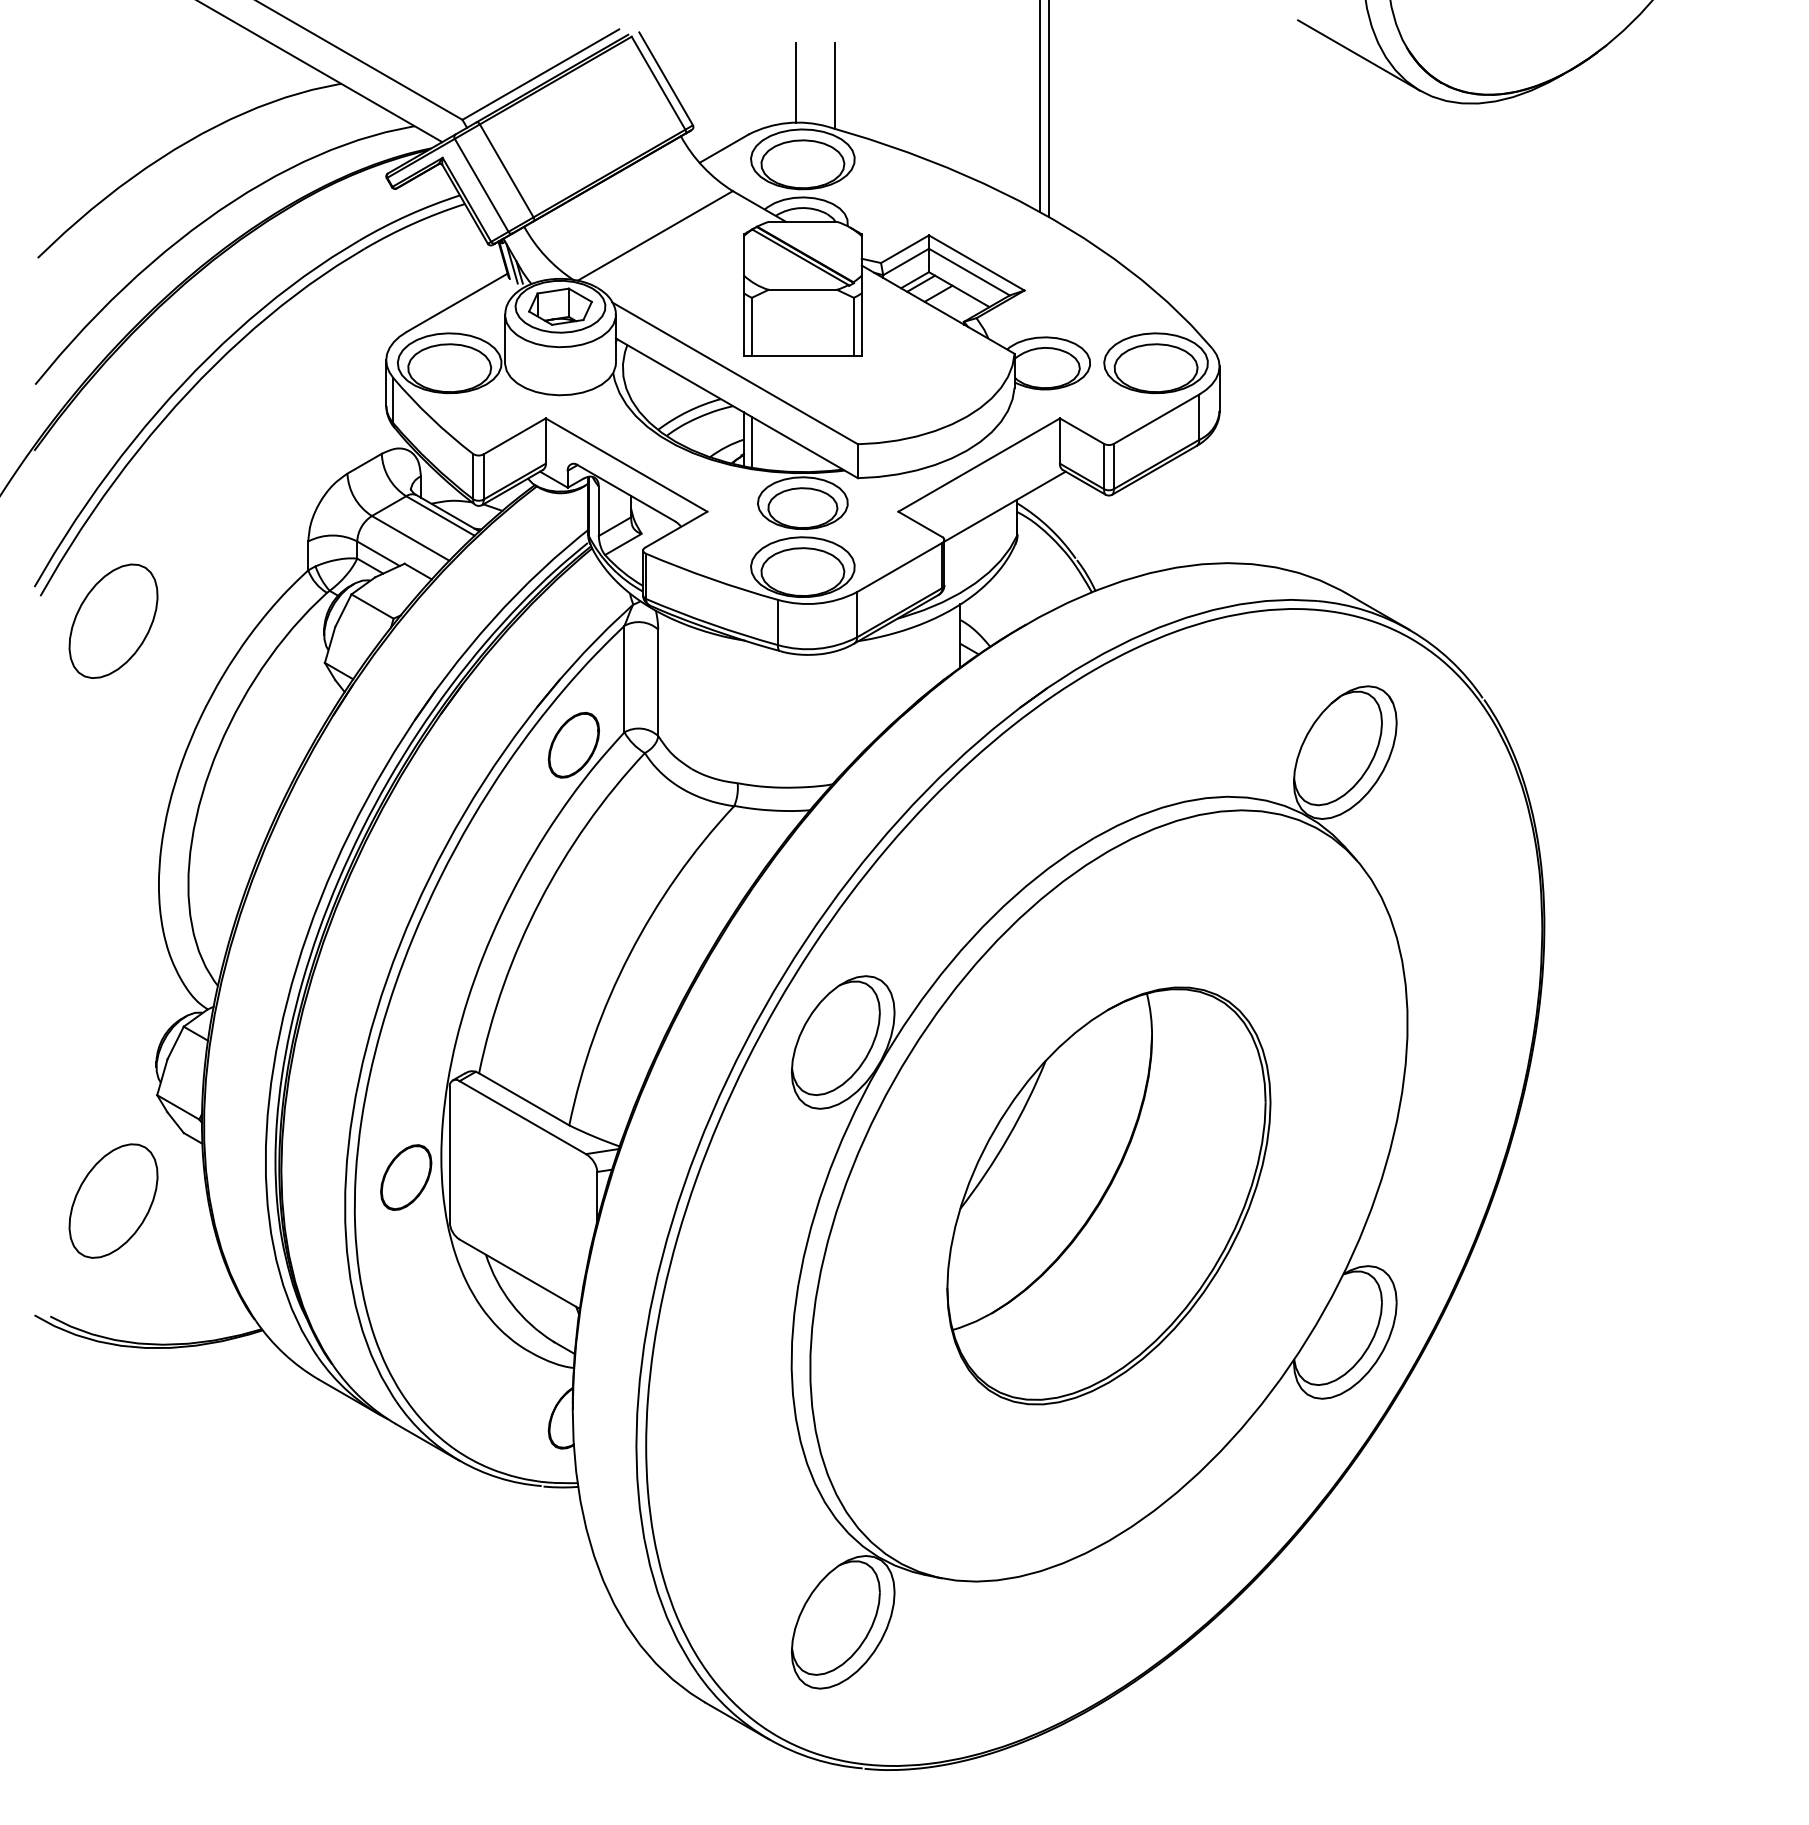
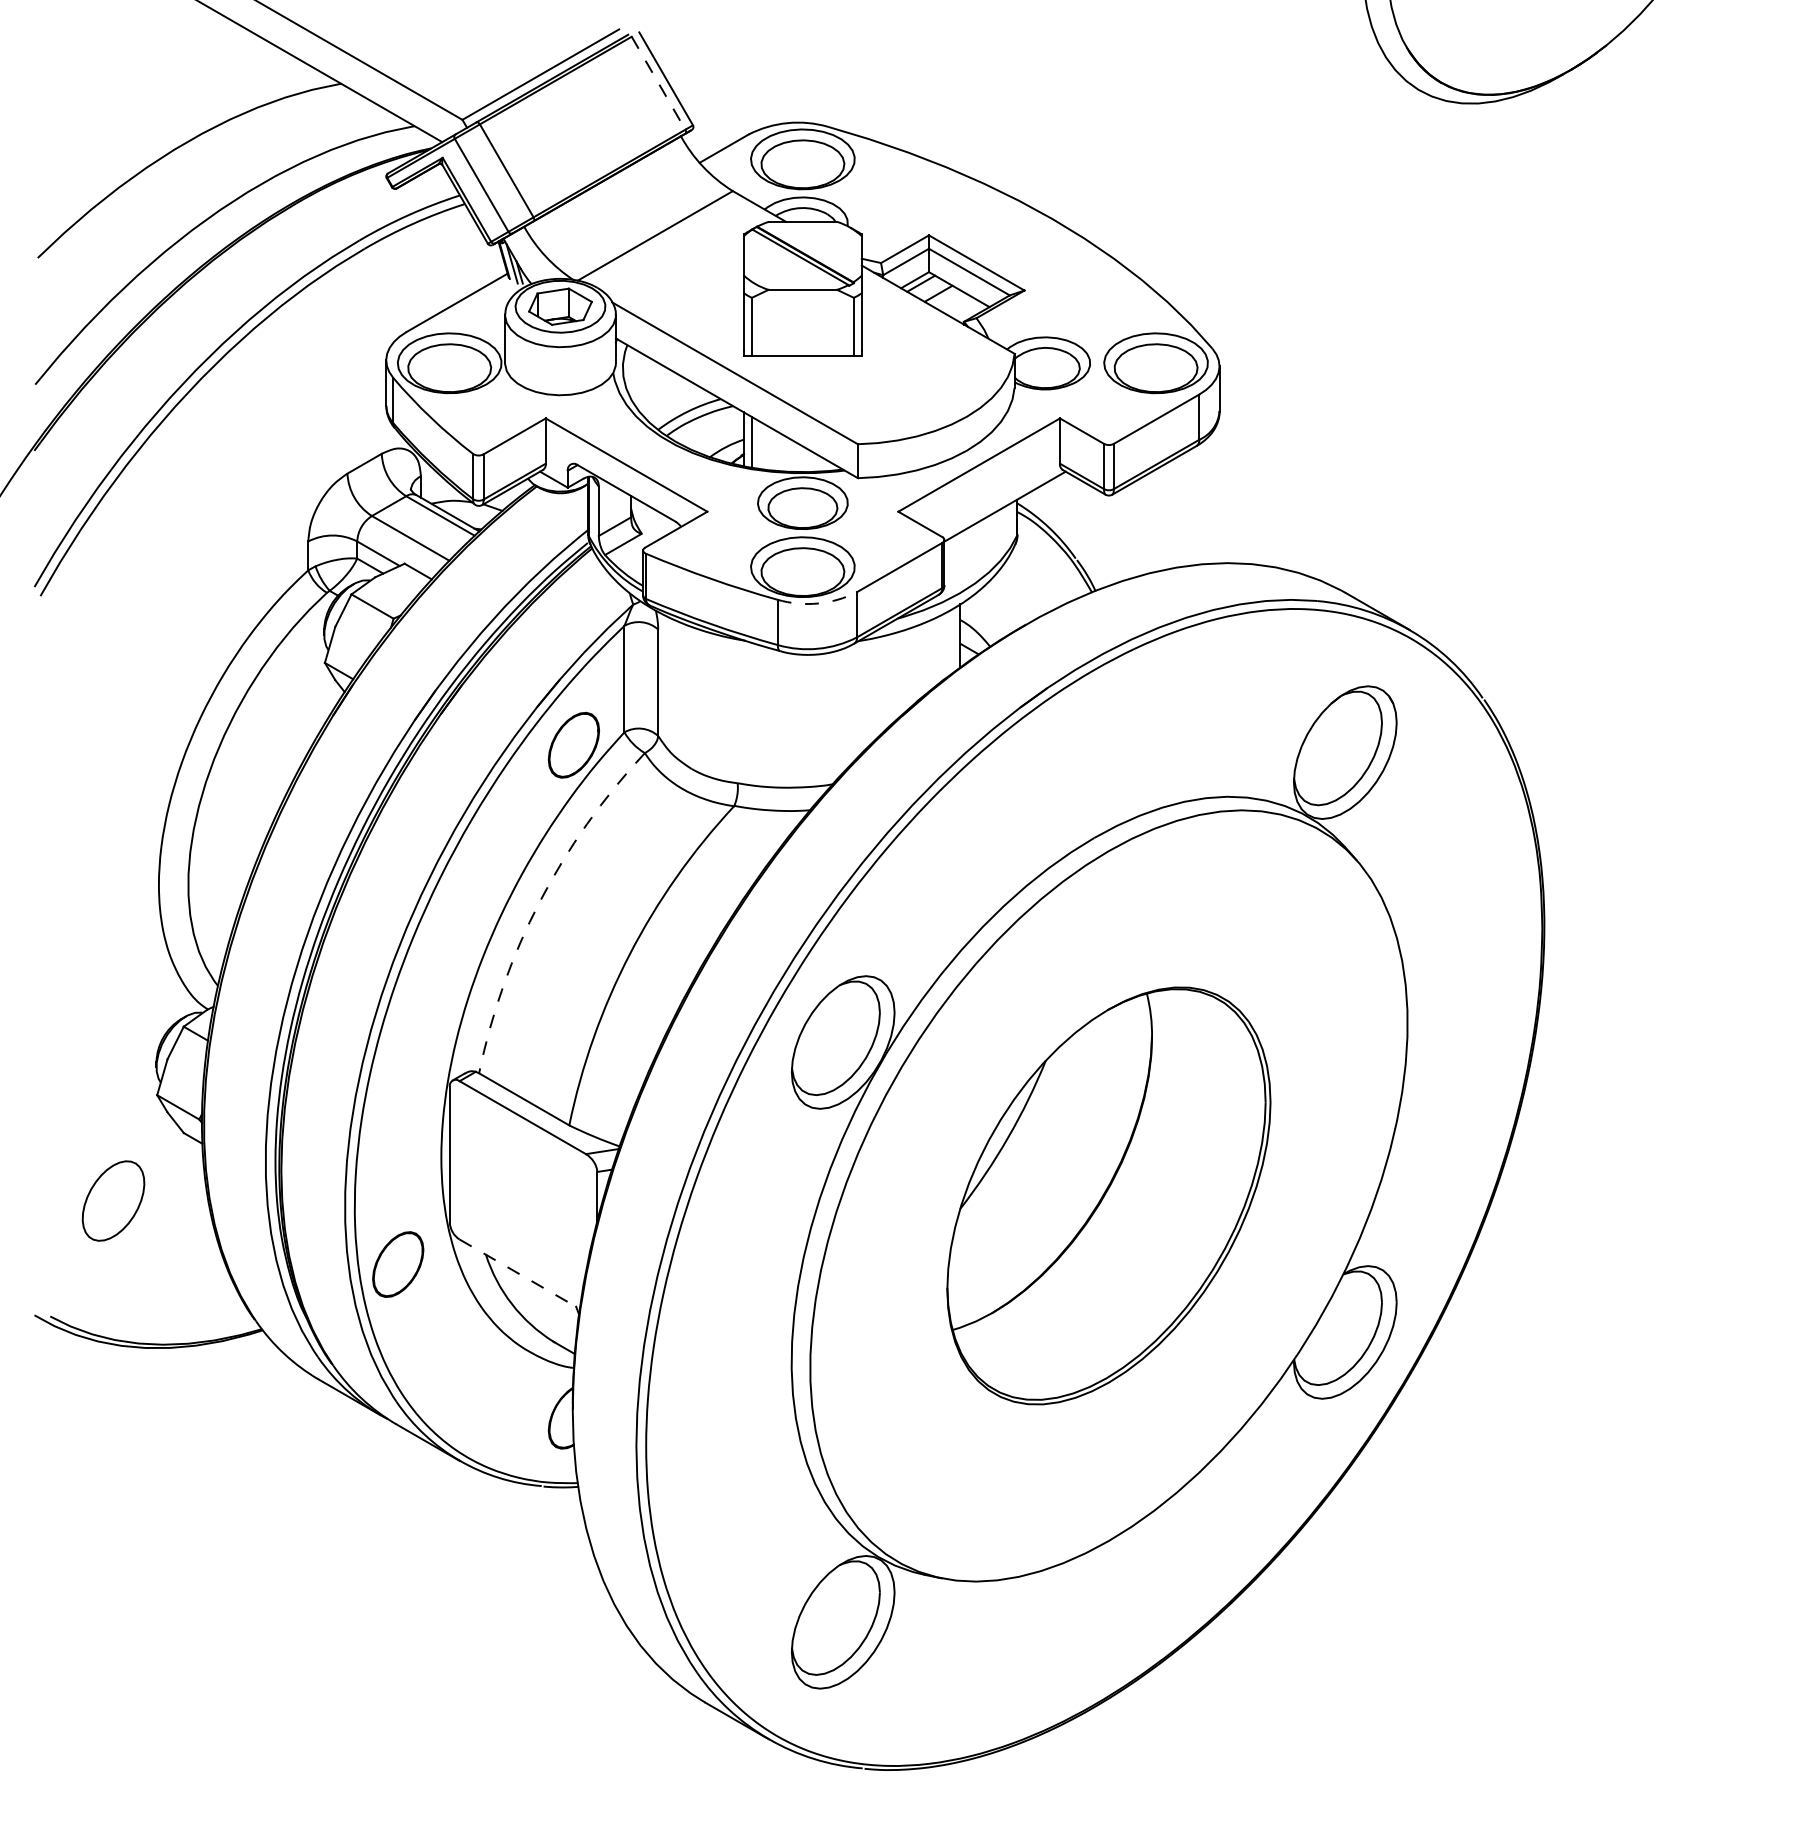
line at (1359, 55): present -> none
line at (795, 82): present -> none
line at (658, 83): solid -> dashed
line at (834, 85): present -> none
line at (1040, 107): present -> none
line at (1048, 109): present -> none
arc at (818, 603): solid -> dashed
part at (113, 620): present -> none
arc at (539, 901): solid -> dashed
part at (406, 1177) position: (406, 1177) -> (398, 1264)
part at (113, 1200) size: 91x116 px -> 65x82 px
line at (520, 1274): solid -> dashed
